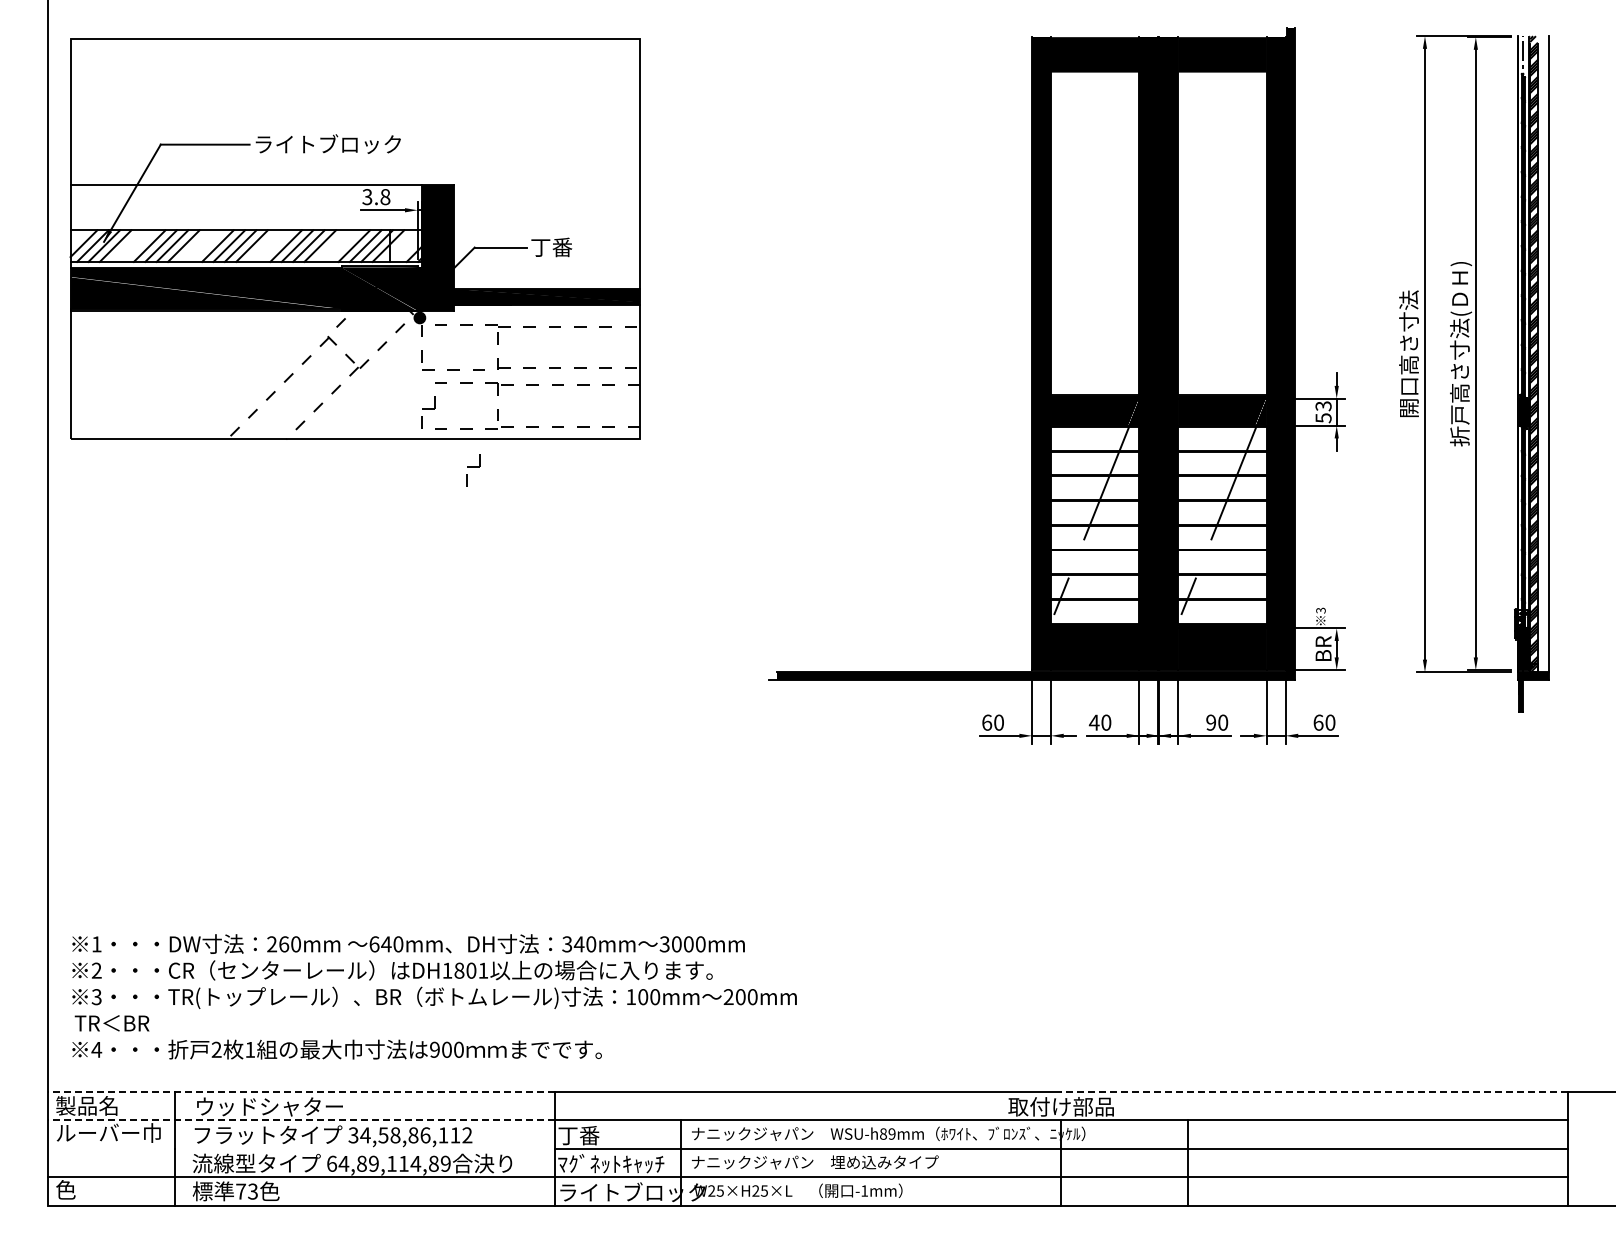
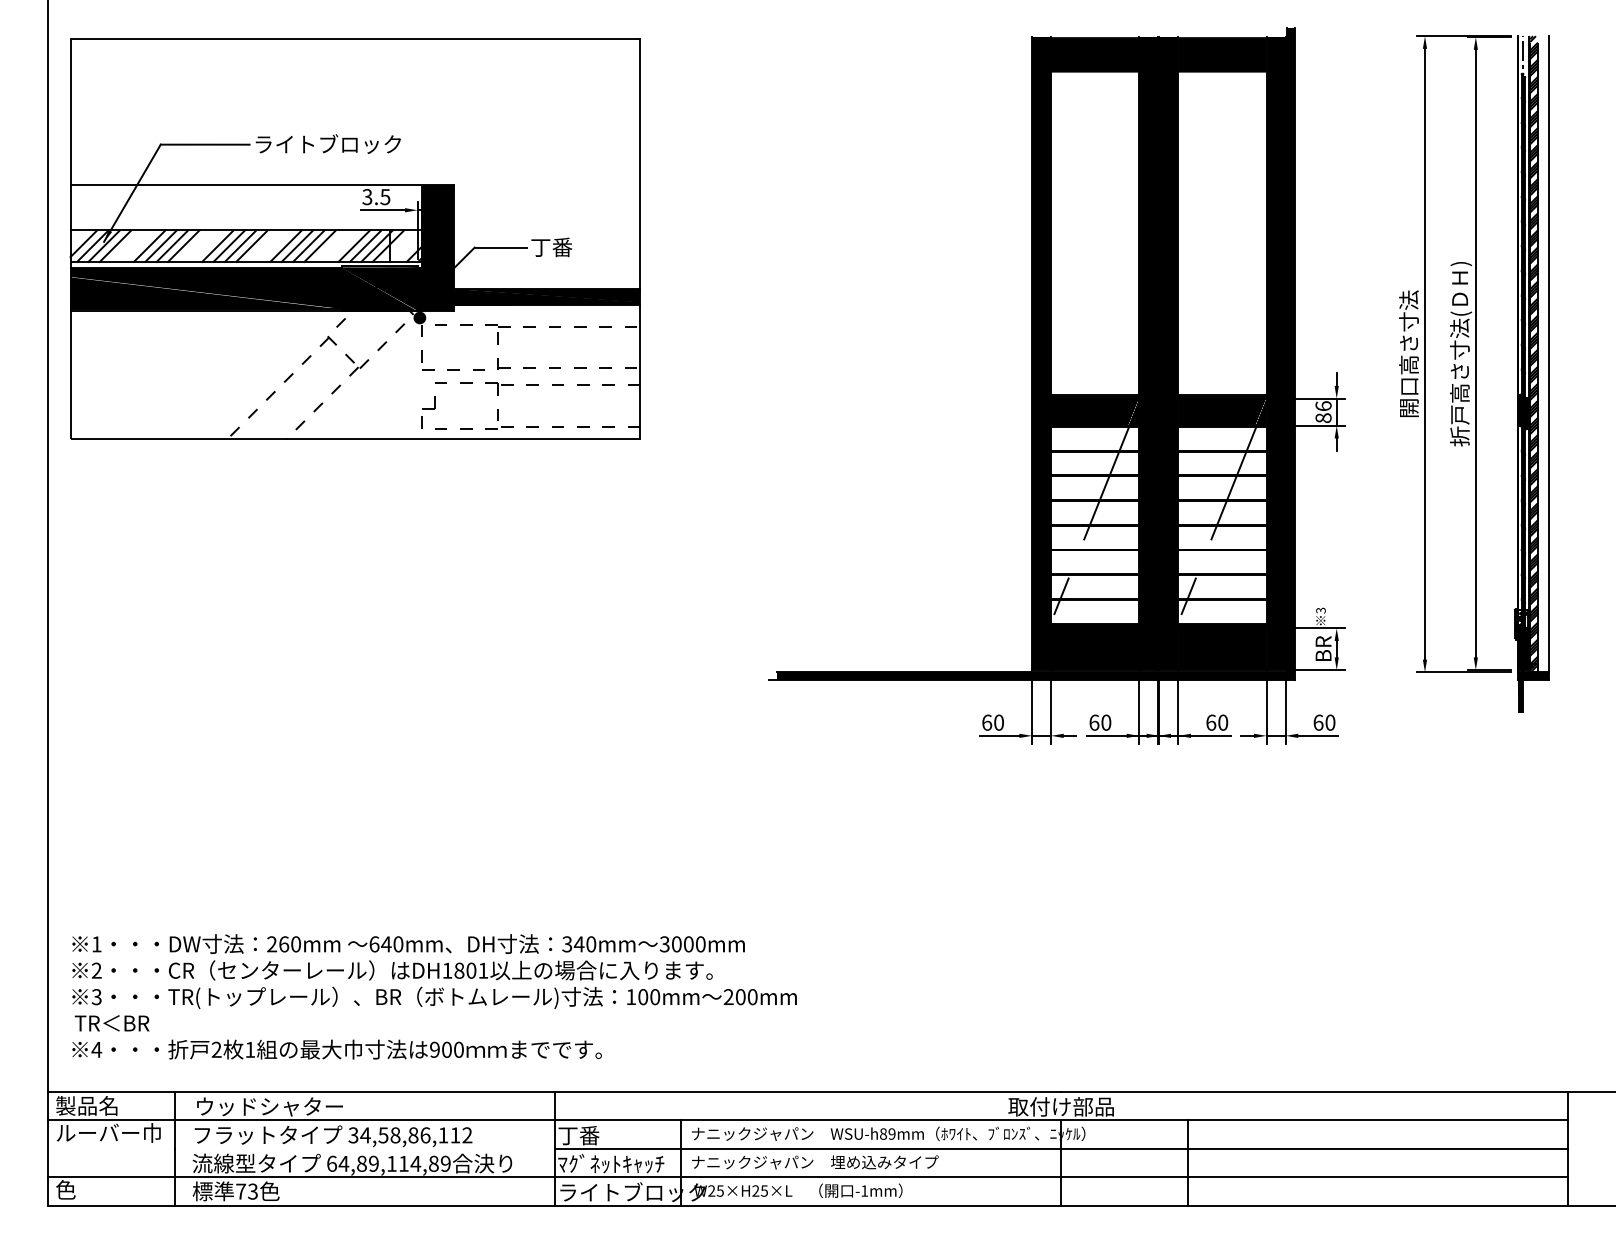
text at (385, 197): 3.8 -> 3.5
text at (1323, 412): 53 -> 86
part at (473, 470): present -> none
text at (1093, 722): 40 -> 60
text at (1211, 722): 90 -> 60
line at (301, 1091): dashed -> solid
line at (1313, 1091): dashed -> solid
line at (301, 1120): dashed -> solid
